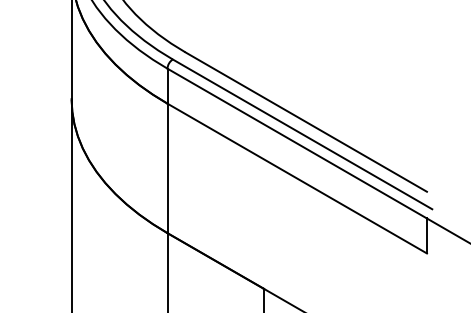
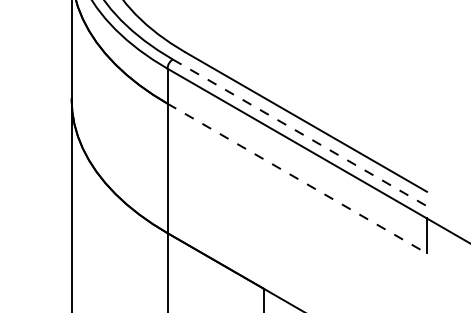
line at (302, 134): solid -> dashed
line at (297, 178): solid -> dashed
